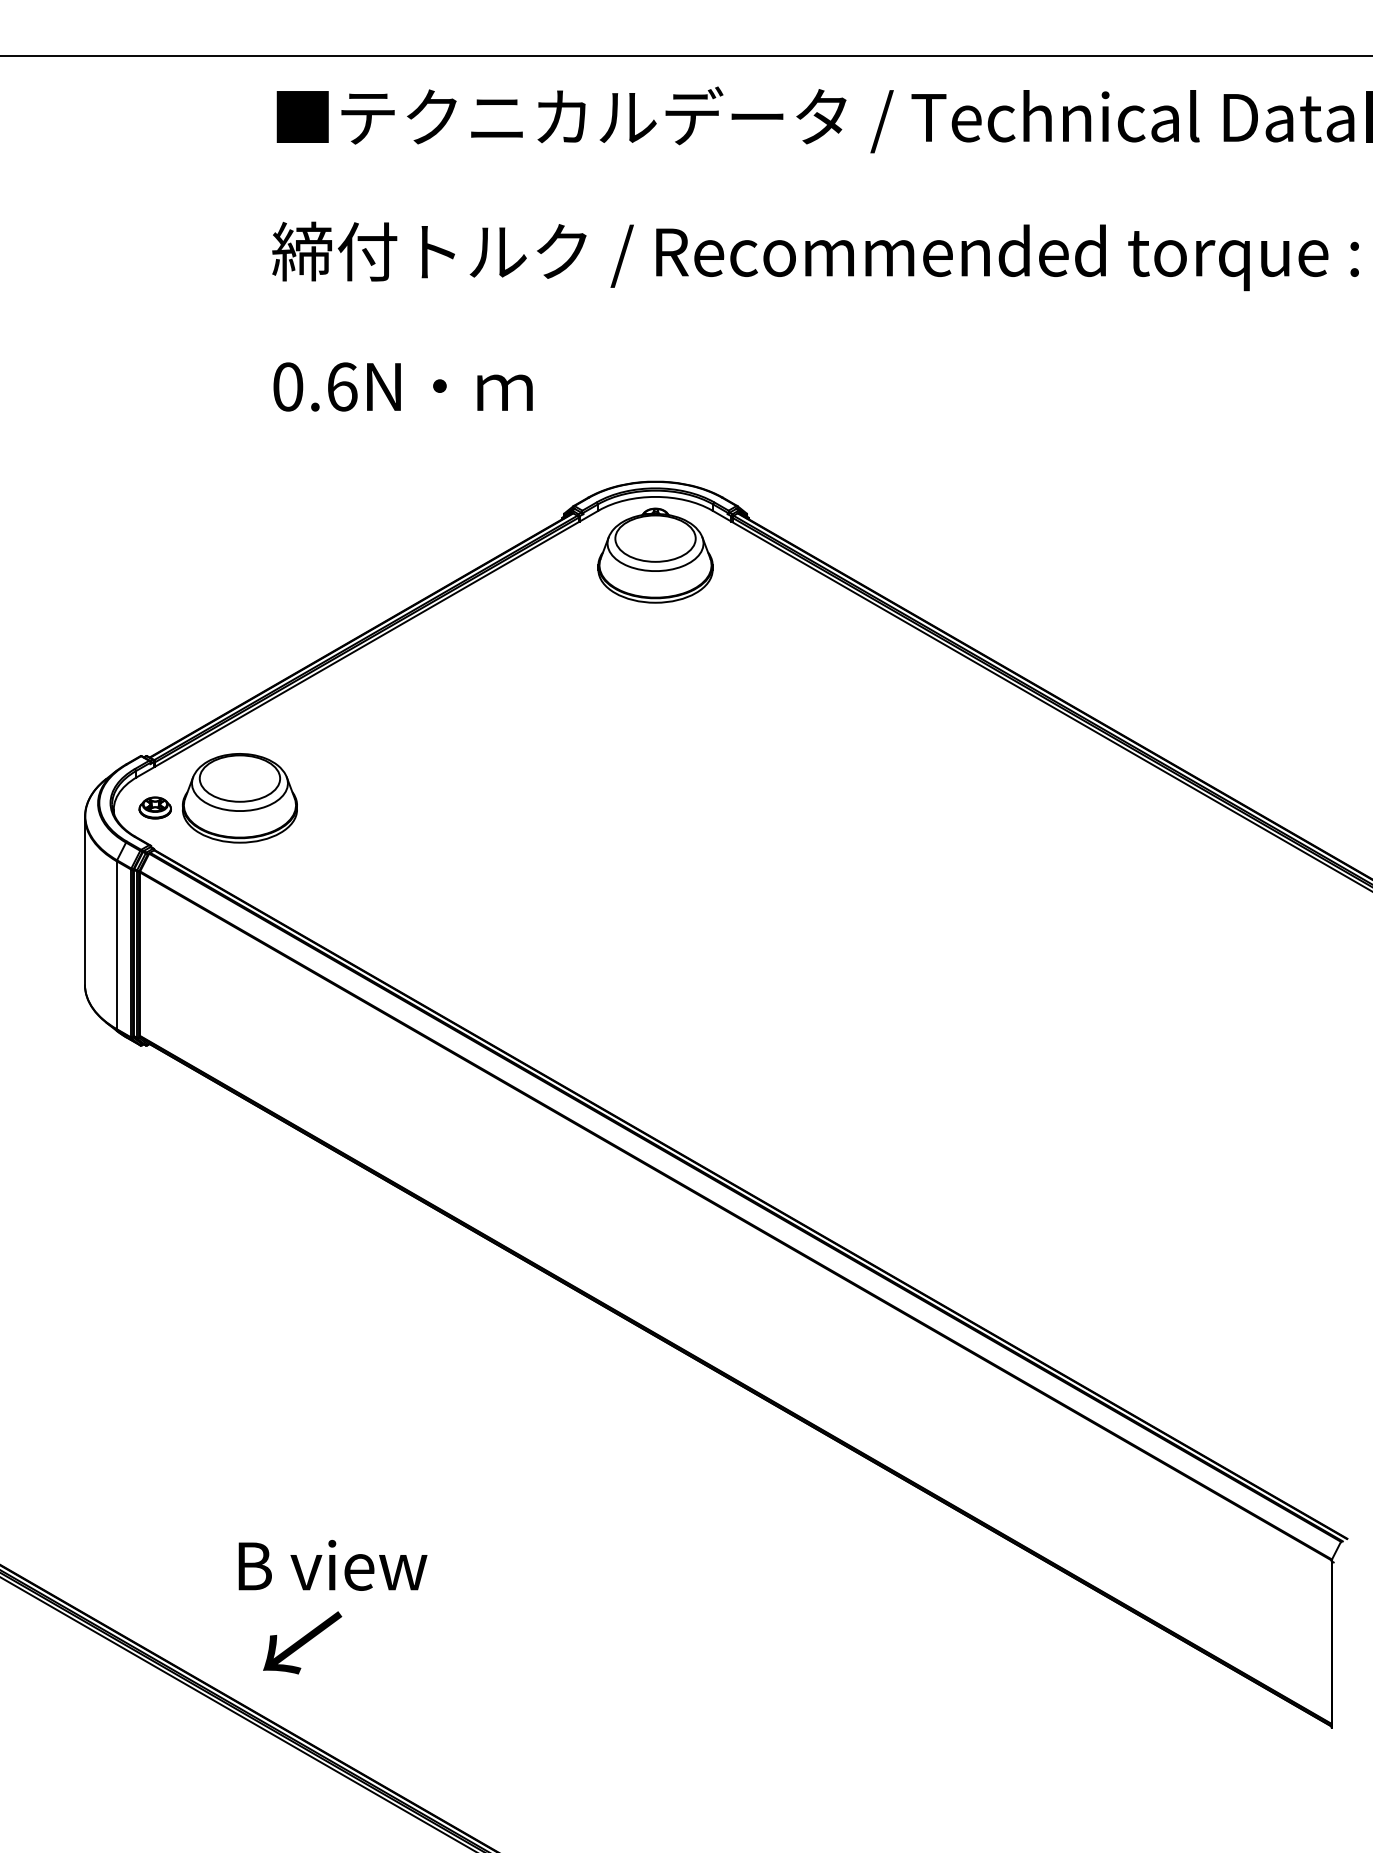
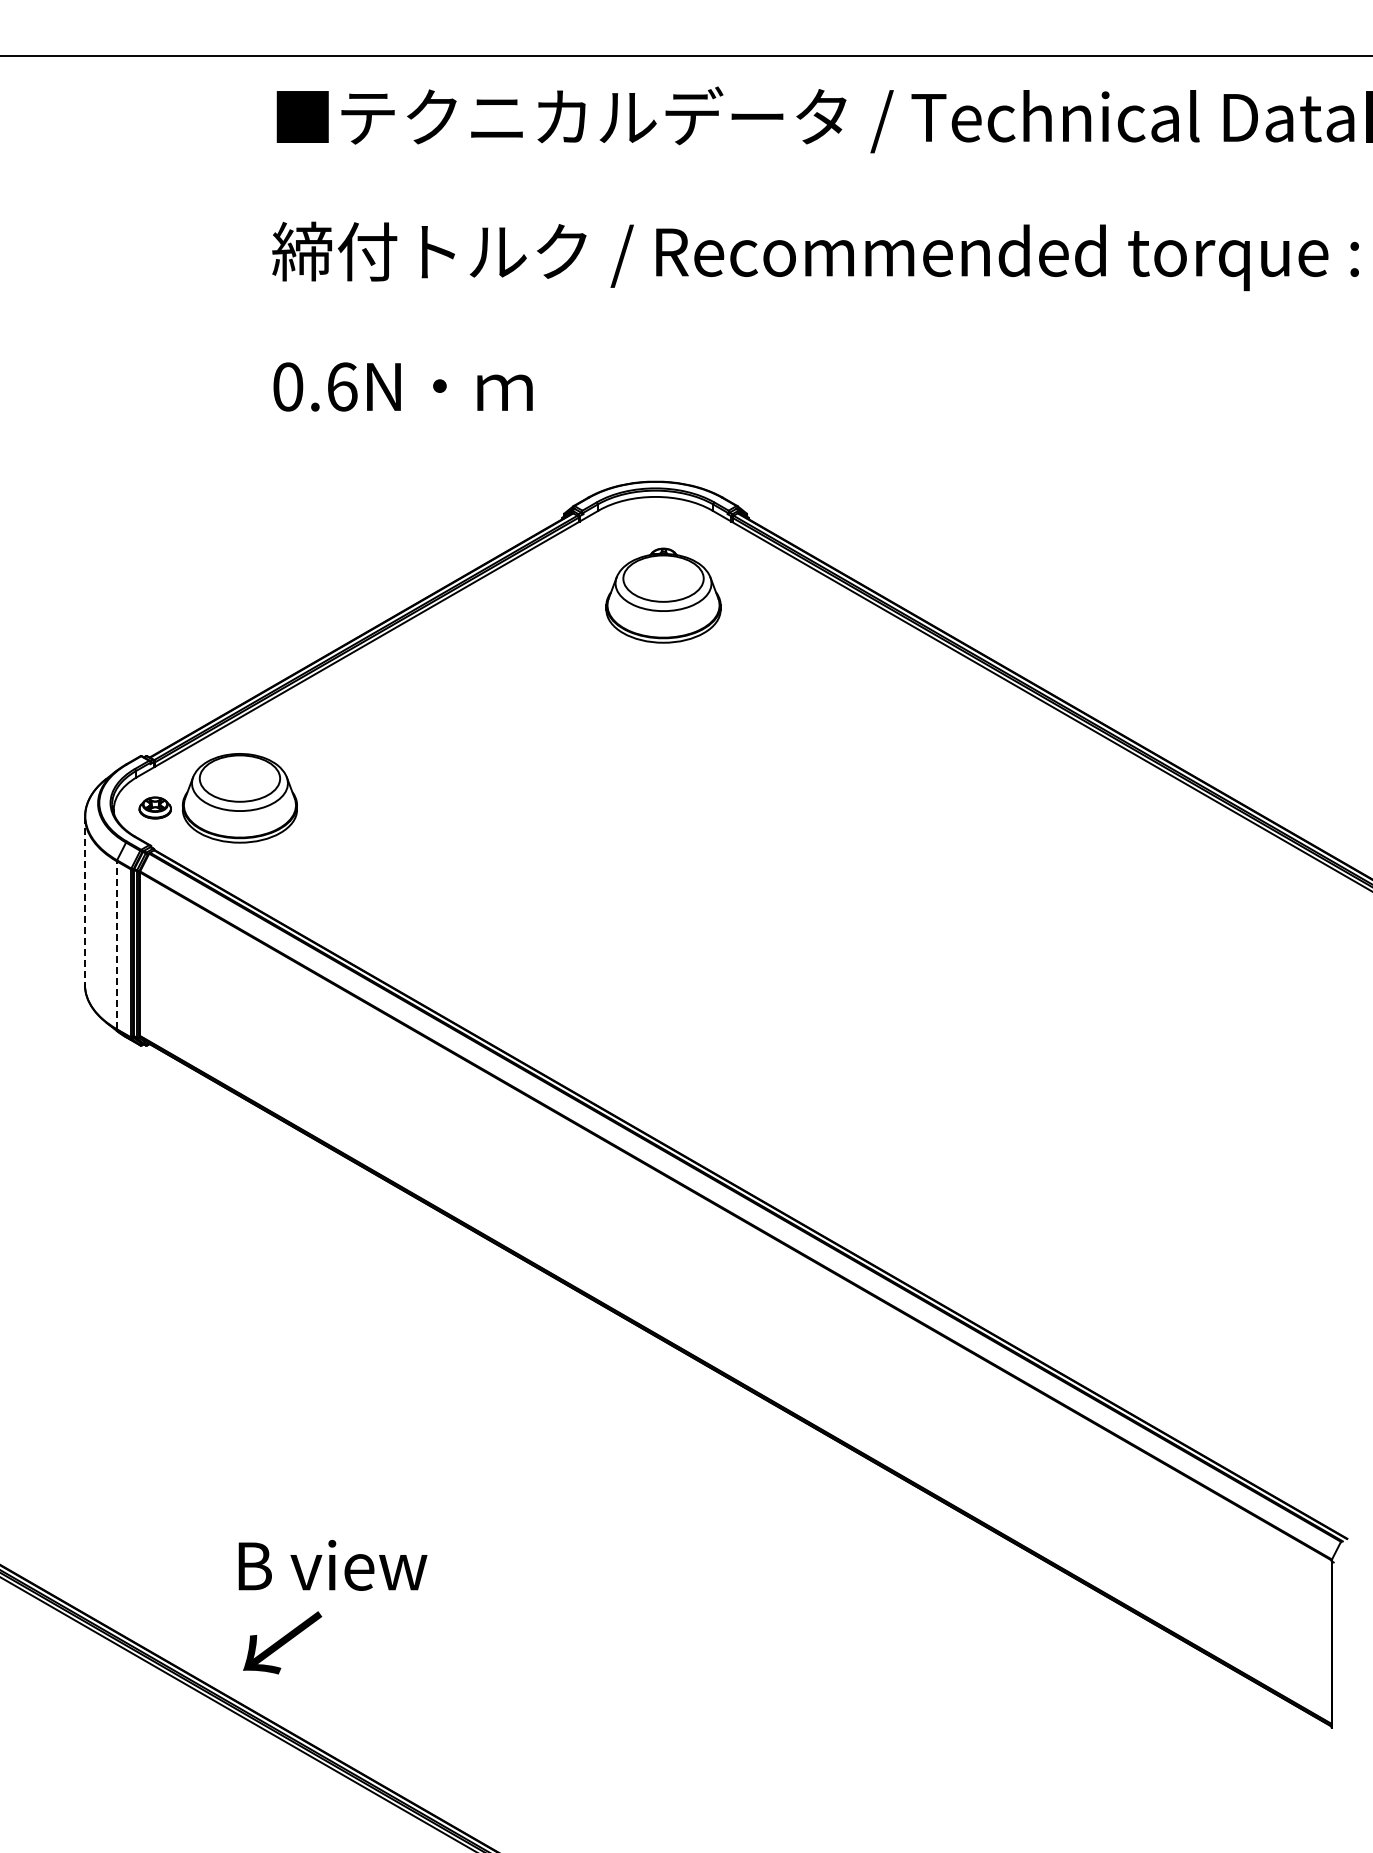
part at (655, 555) position: (655, 555) -> (663, 595)
line at (84, 900): solid -> dashed
line at (116, 945): solid -> dashed
text at (302, 1642) position: (302, 1642) -> (282, 1642)
